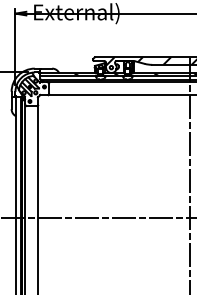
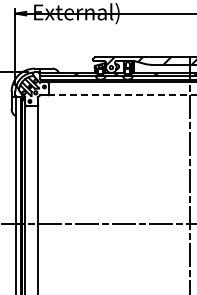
line at (123, 95): solid -> dashed
line at (97, 217) position: (97, 217) -> (97, 223)
